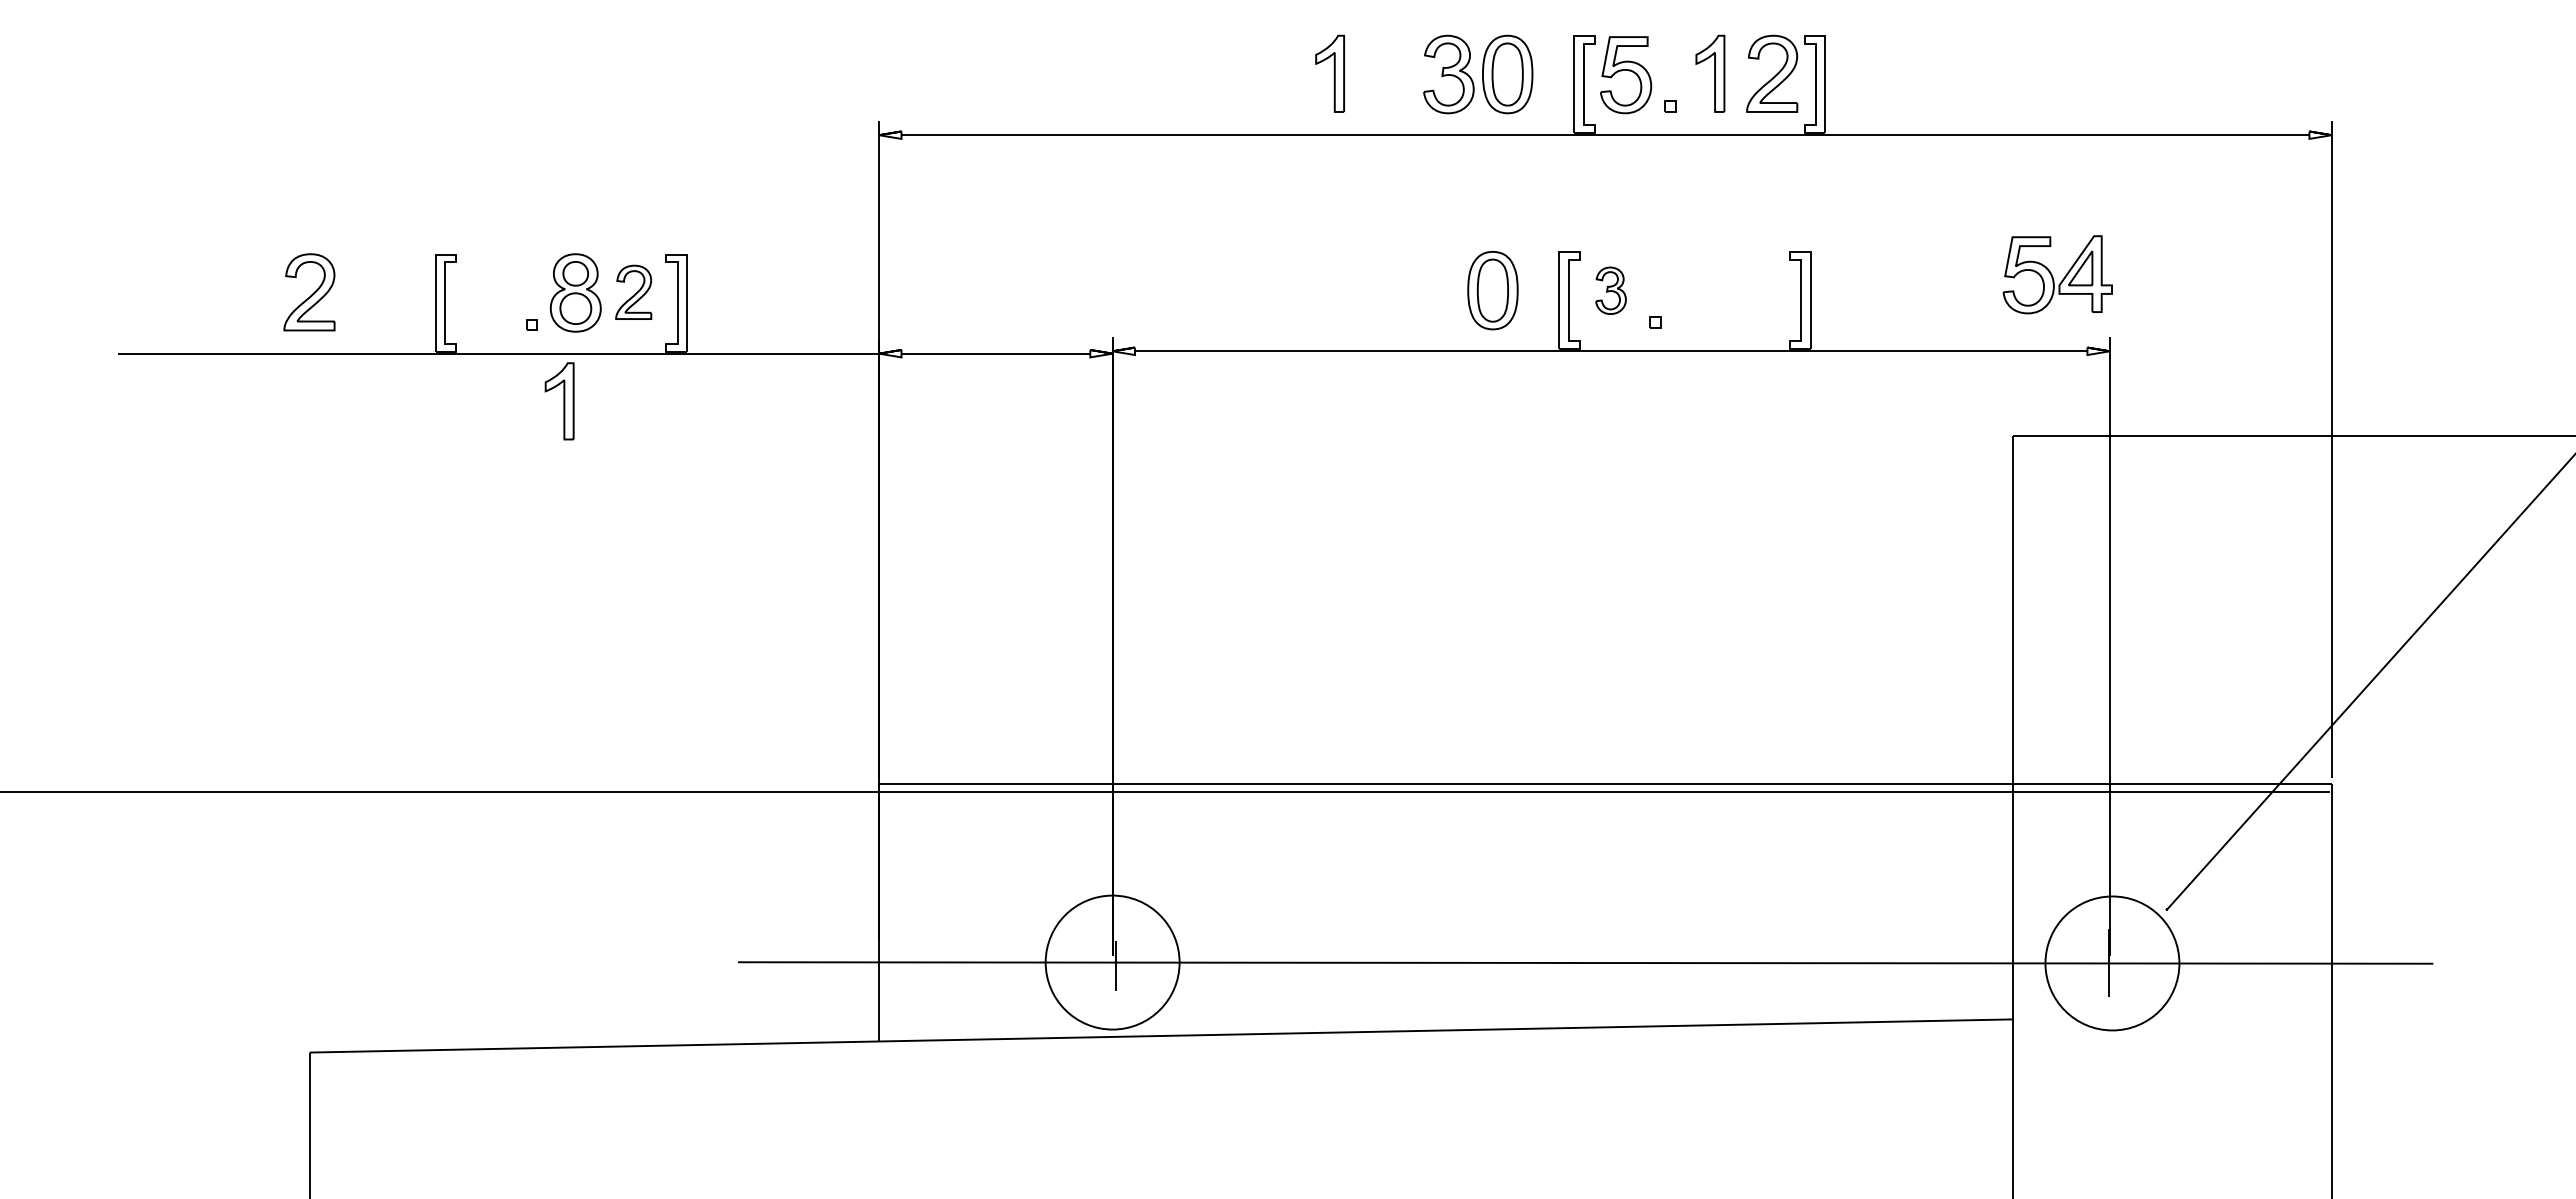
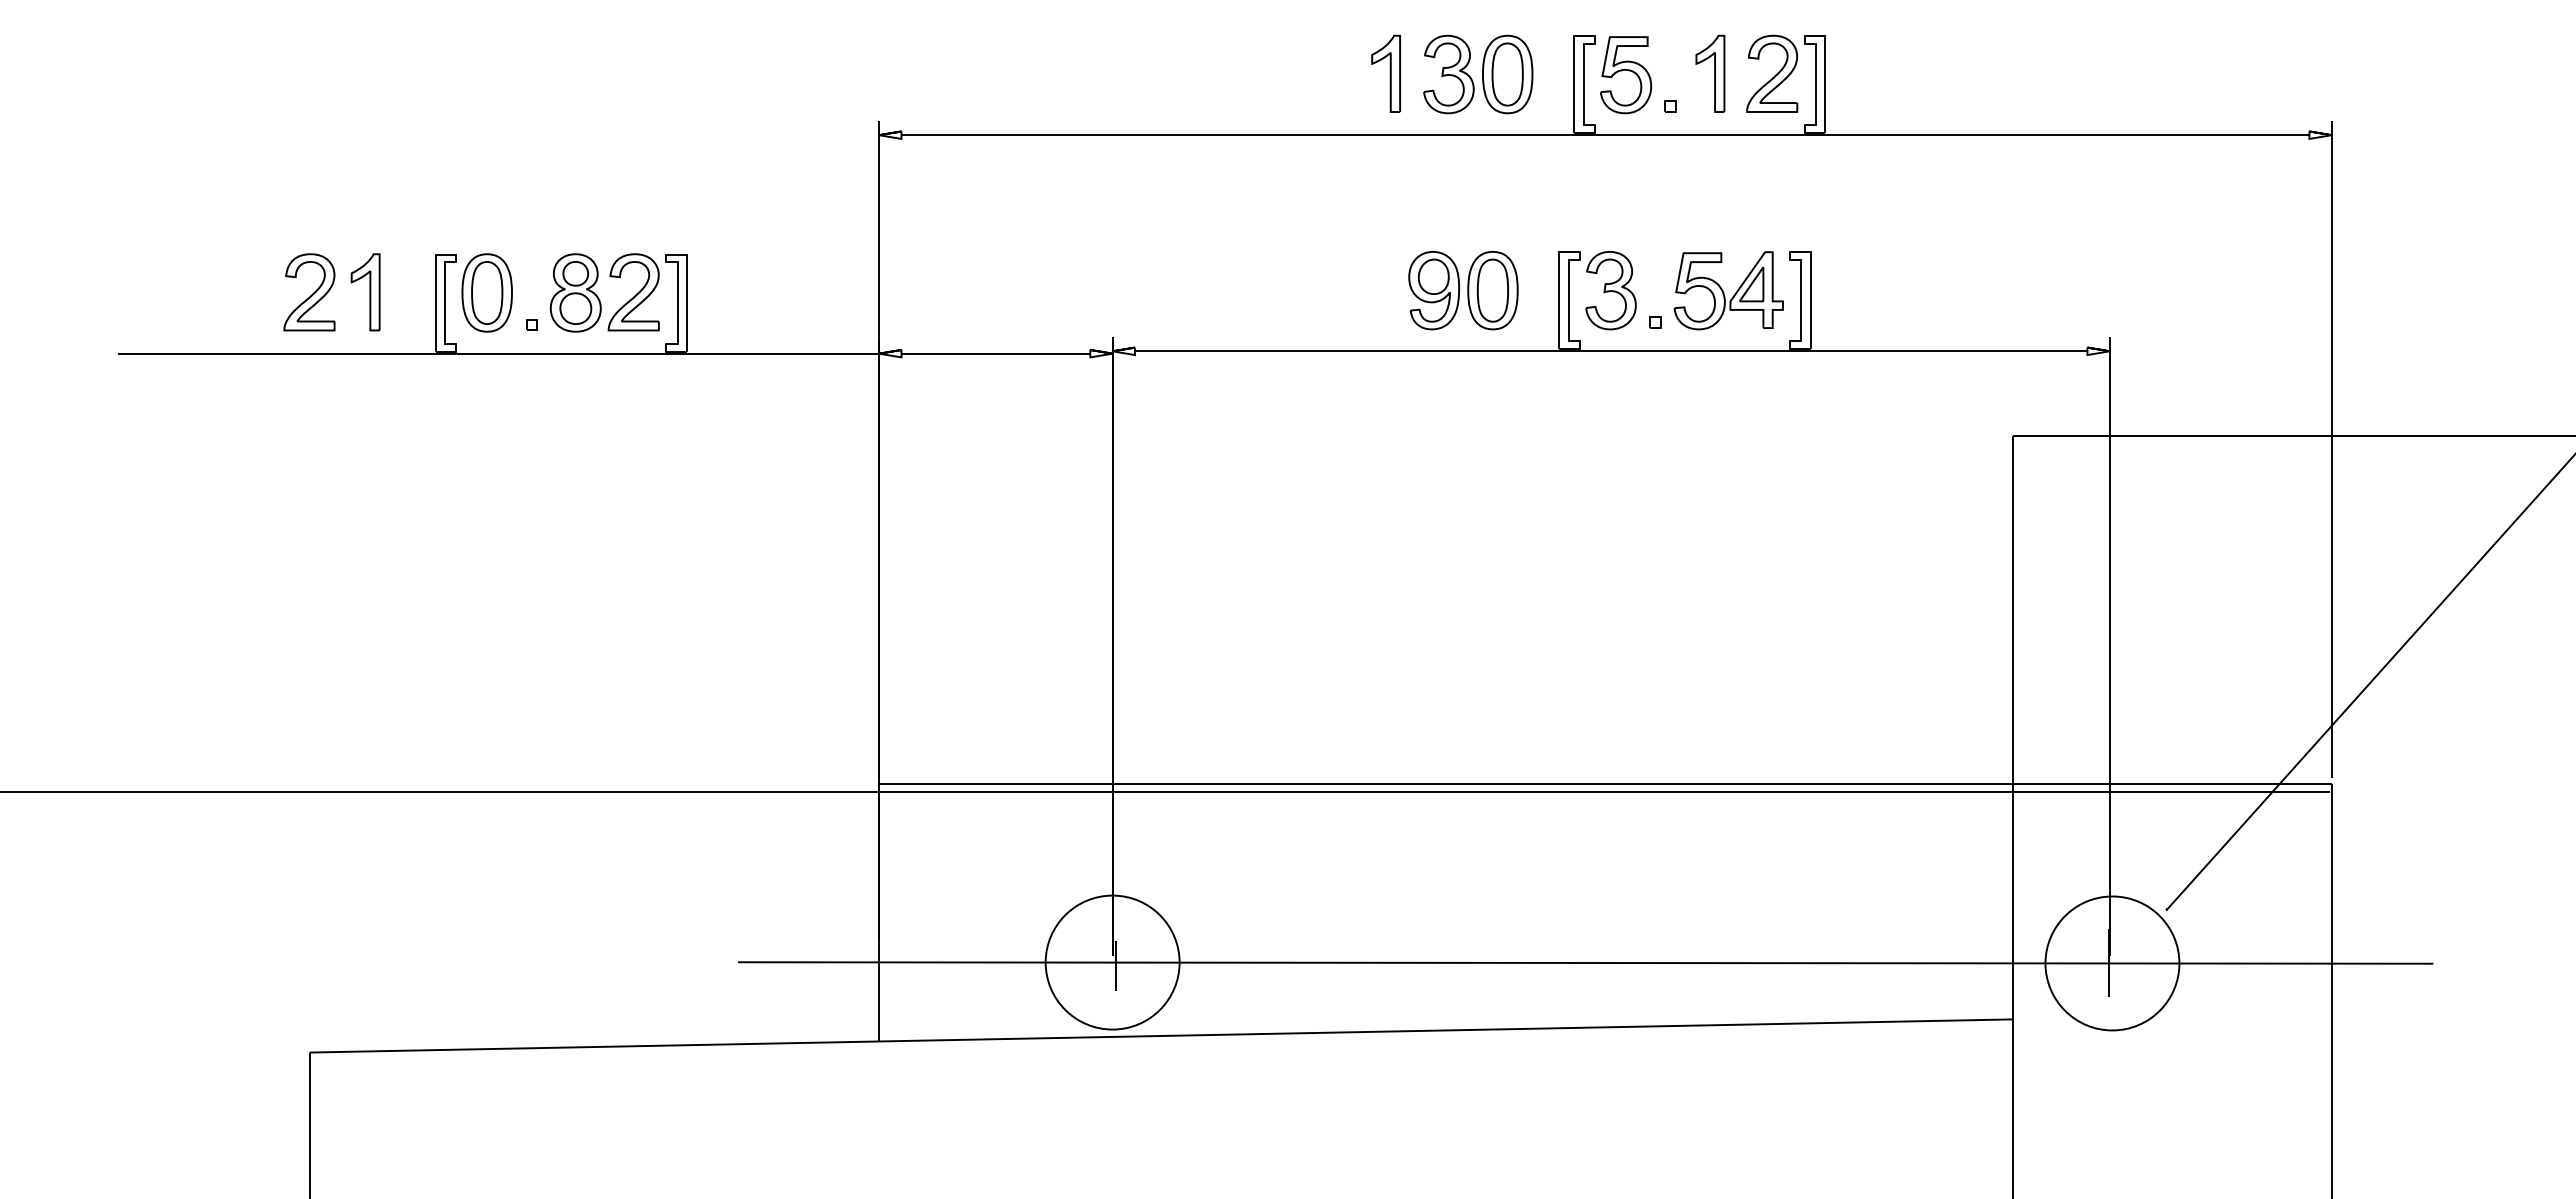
part at (1329, 73) position: (1329, 73) -> (1385, 73)
part at (2057, 274) position: (2057, 274) -> (1728, 290)
part at (1433, 290): none -> present
part at (1610, 290) size: 32x49 px -> 52x80 px
part at (633, 291) size: 38x56 px -> 53x79 px
part at (486, 292): none -> present
part at (559, 401) position: (559, 401) -> (365, 292)
